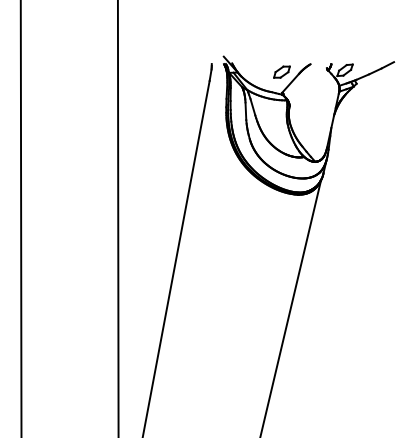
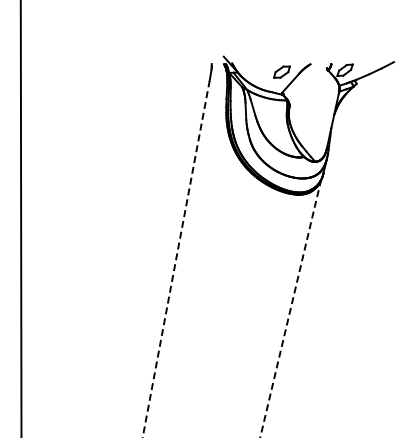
line at (117, 218): present -> none
line at (176, 258): solid -> dashed
line at (290, 308): solid -> dashed
